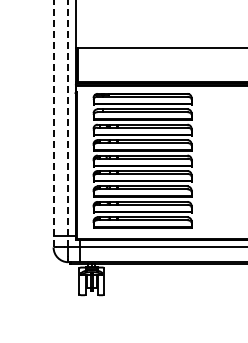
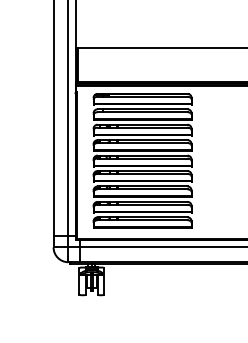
line at (53, 123): dashed -> solid
line at (68, 123): dashed -> solid
